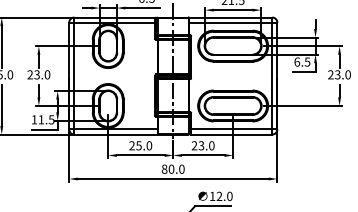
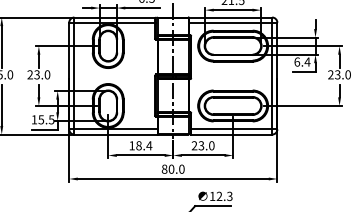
text at (307, 61): 6.5 -> 6.4
text at (41, 119): 11.5 -> 15.5
text at (140, 145): 25.0 -> 18.4
text at (229, 196): 12.0 -> 12.3
